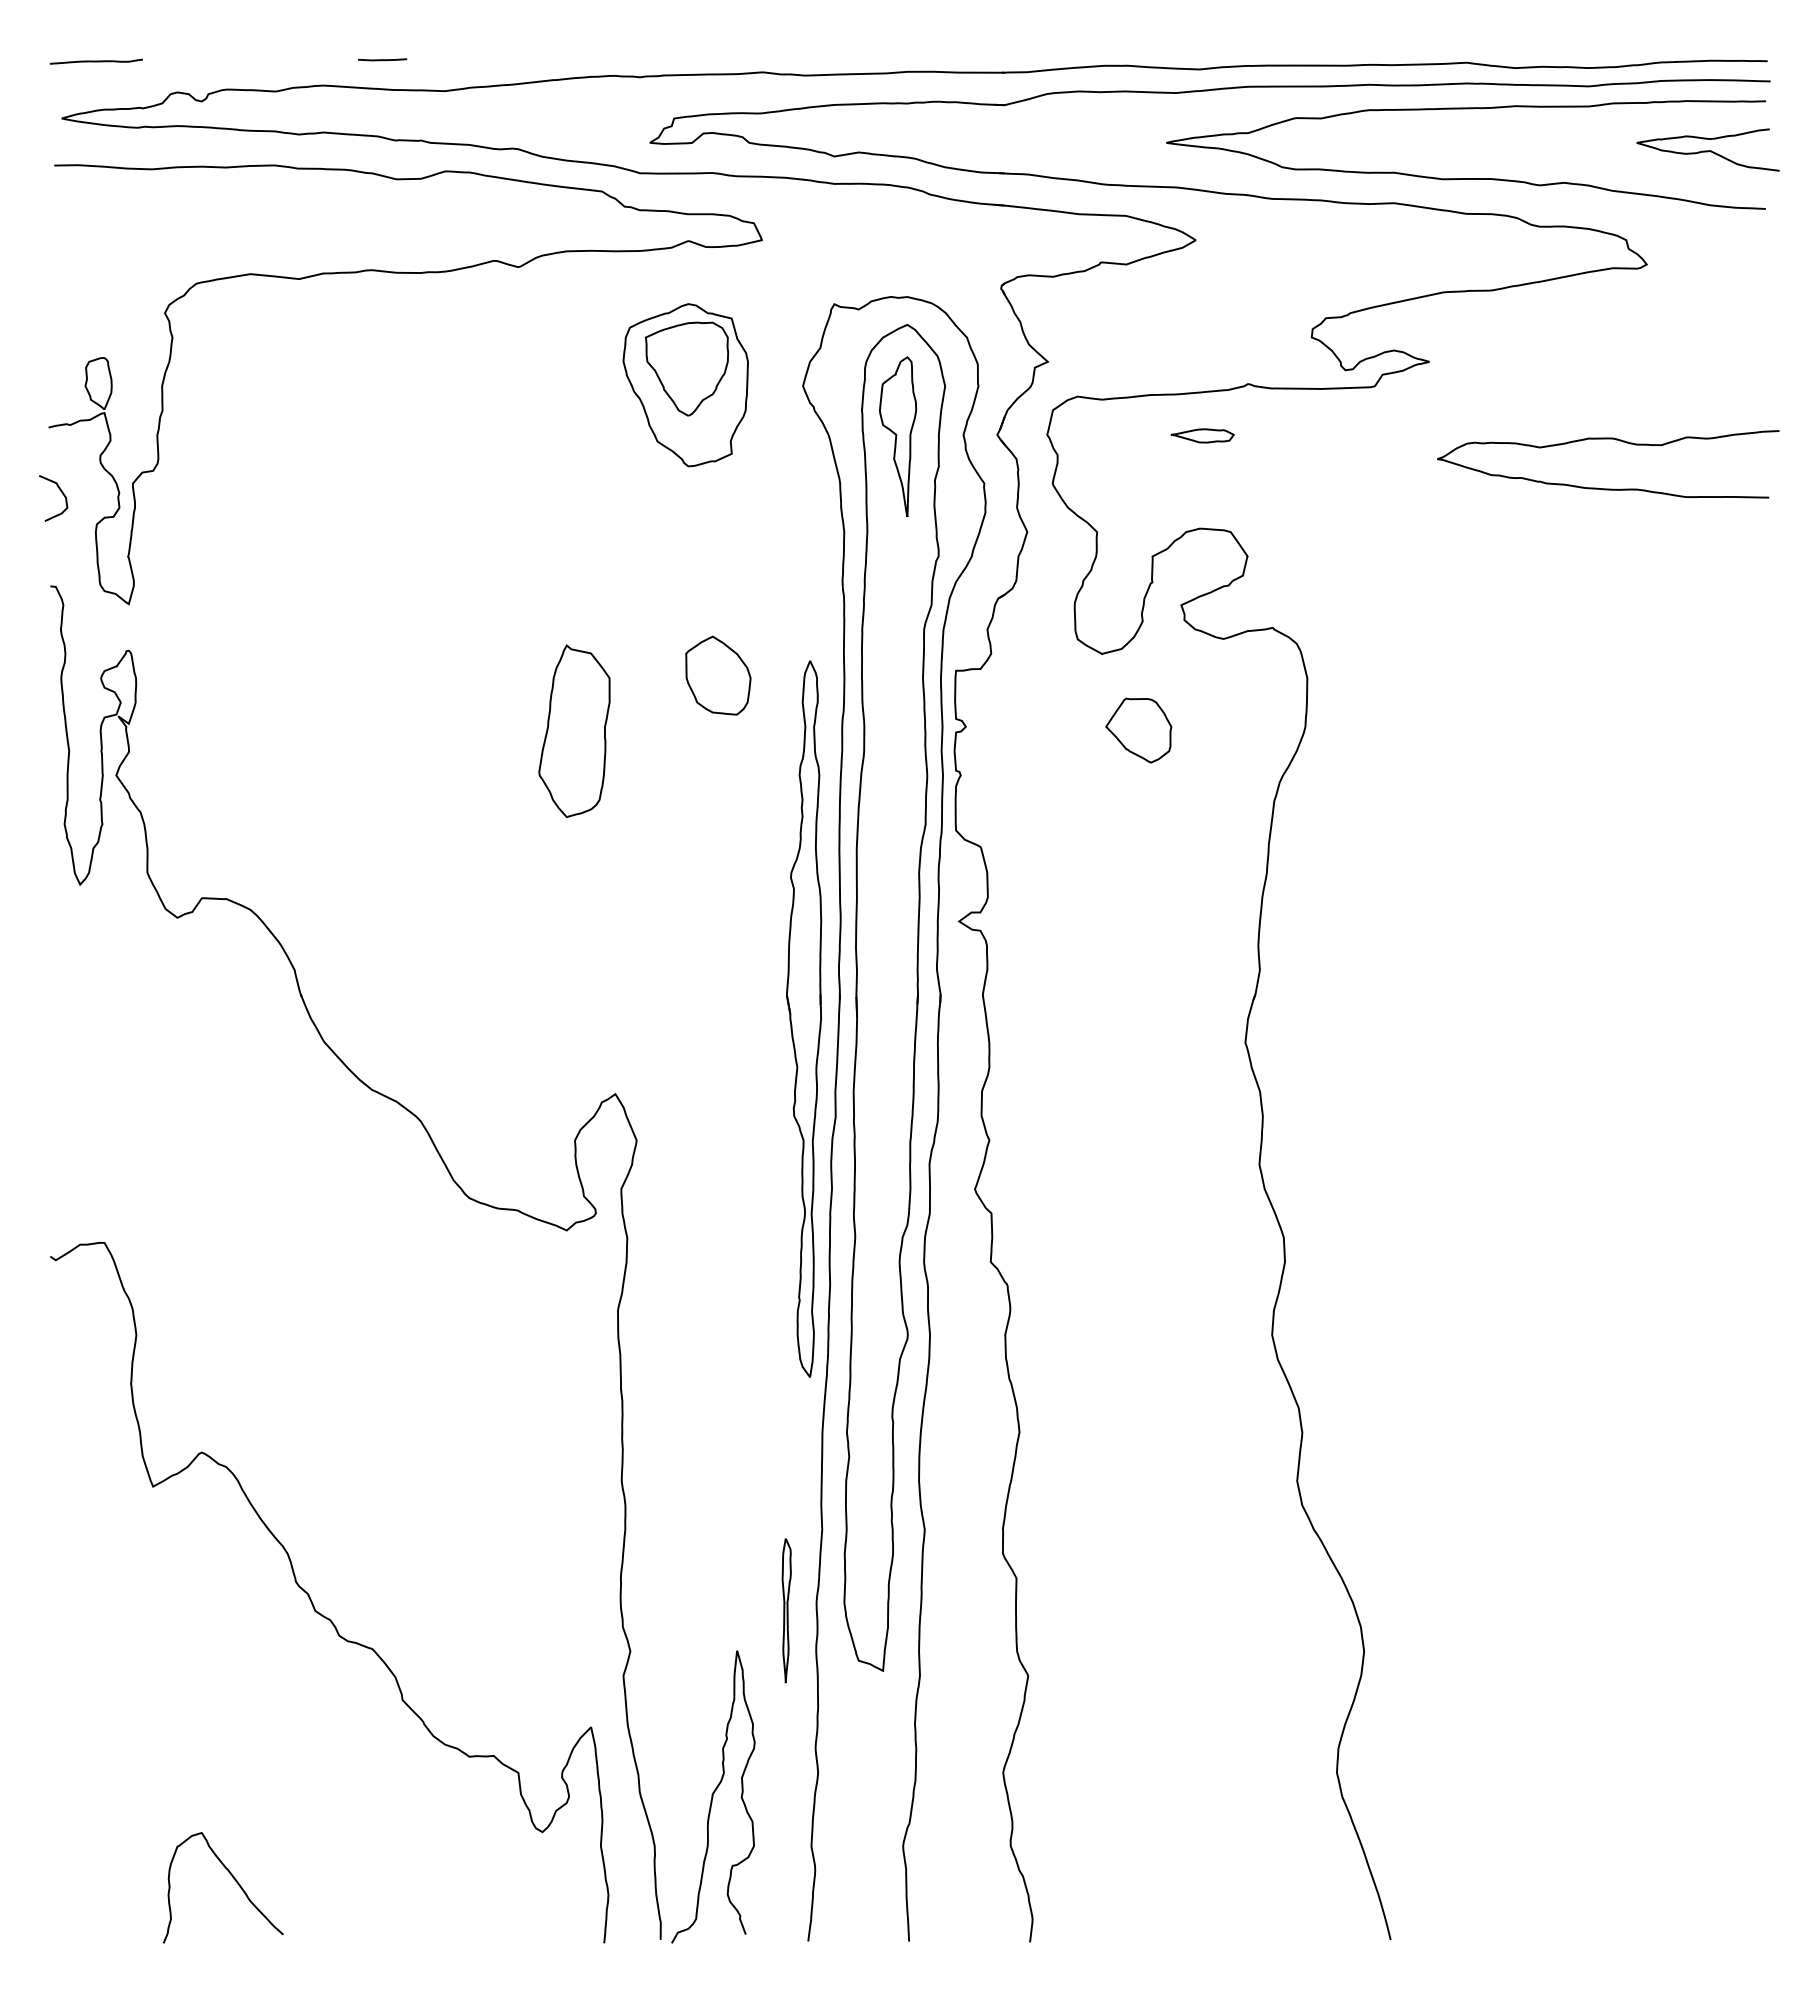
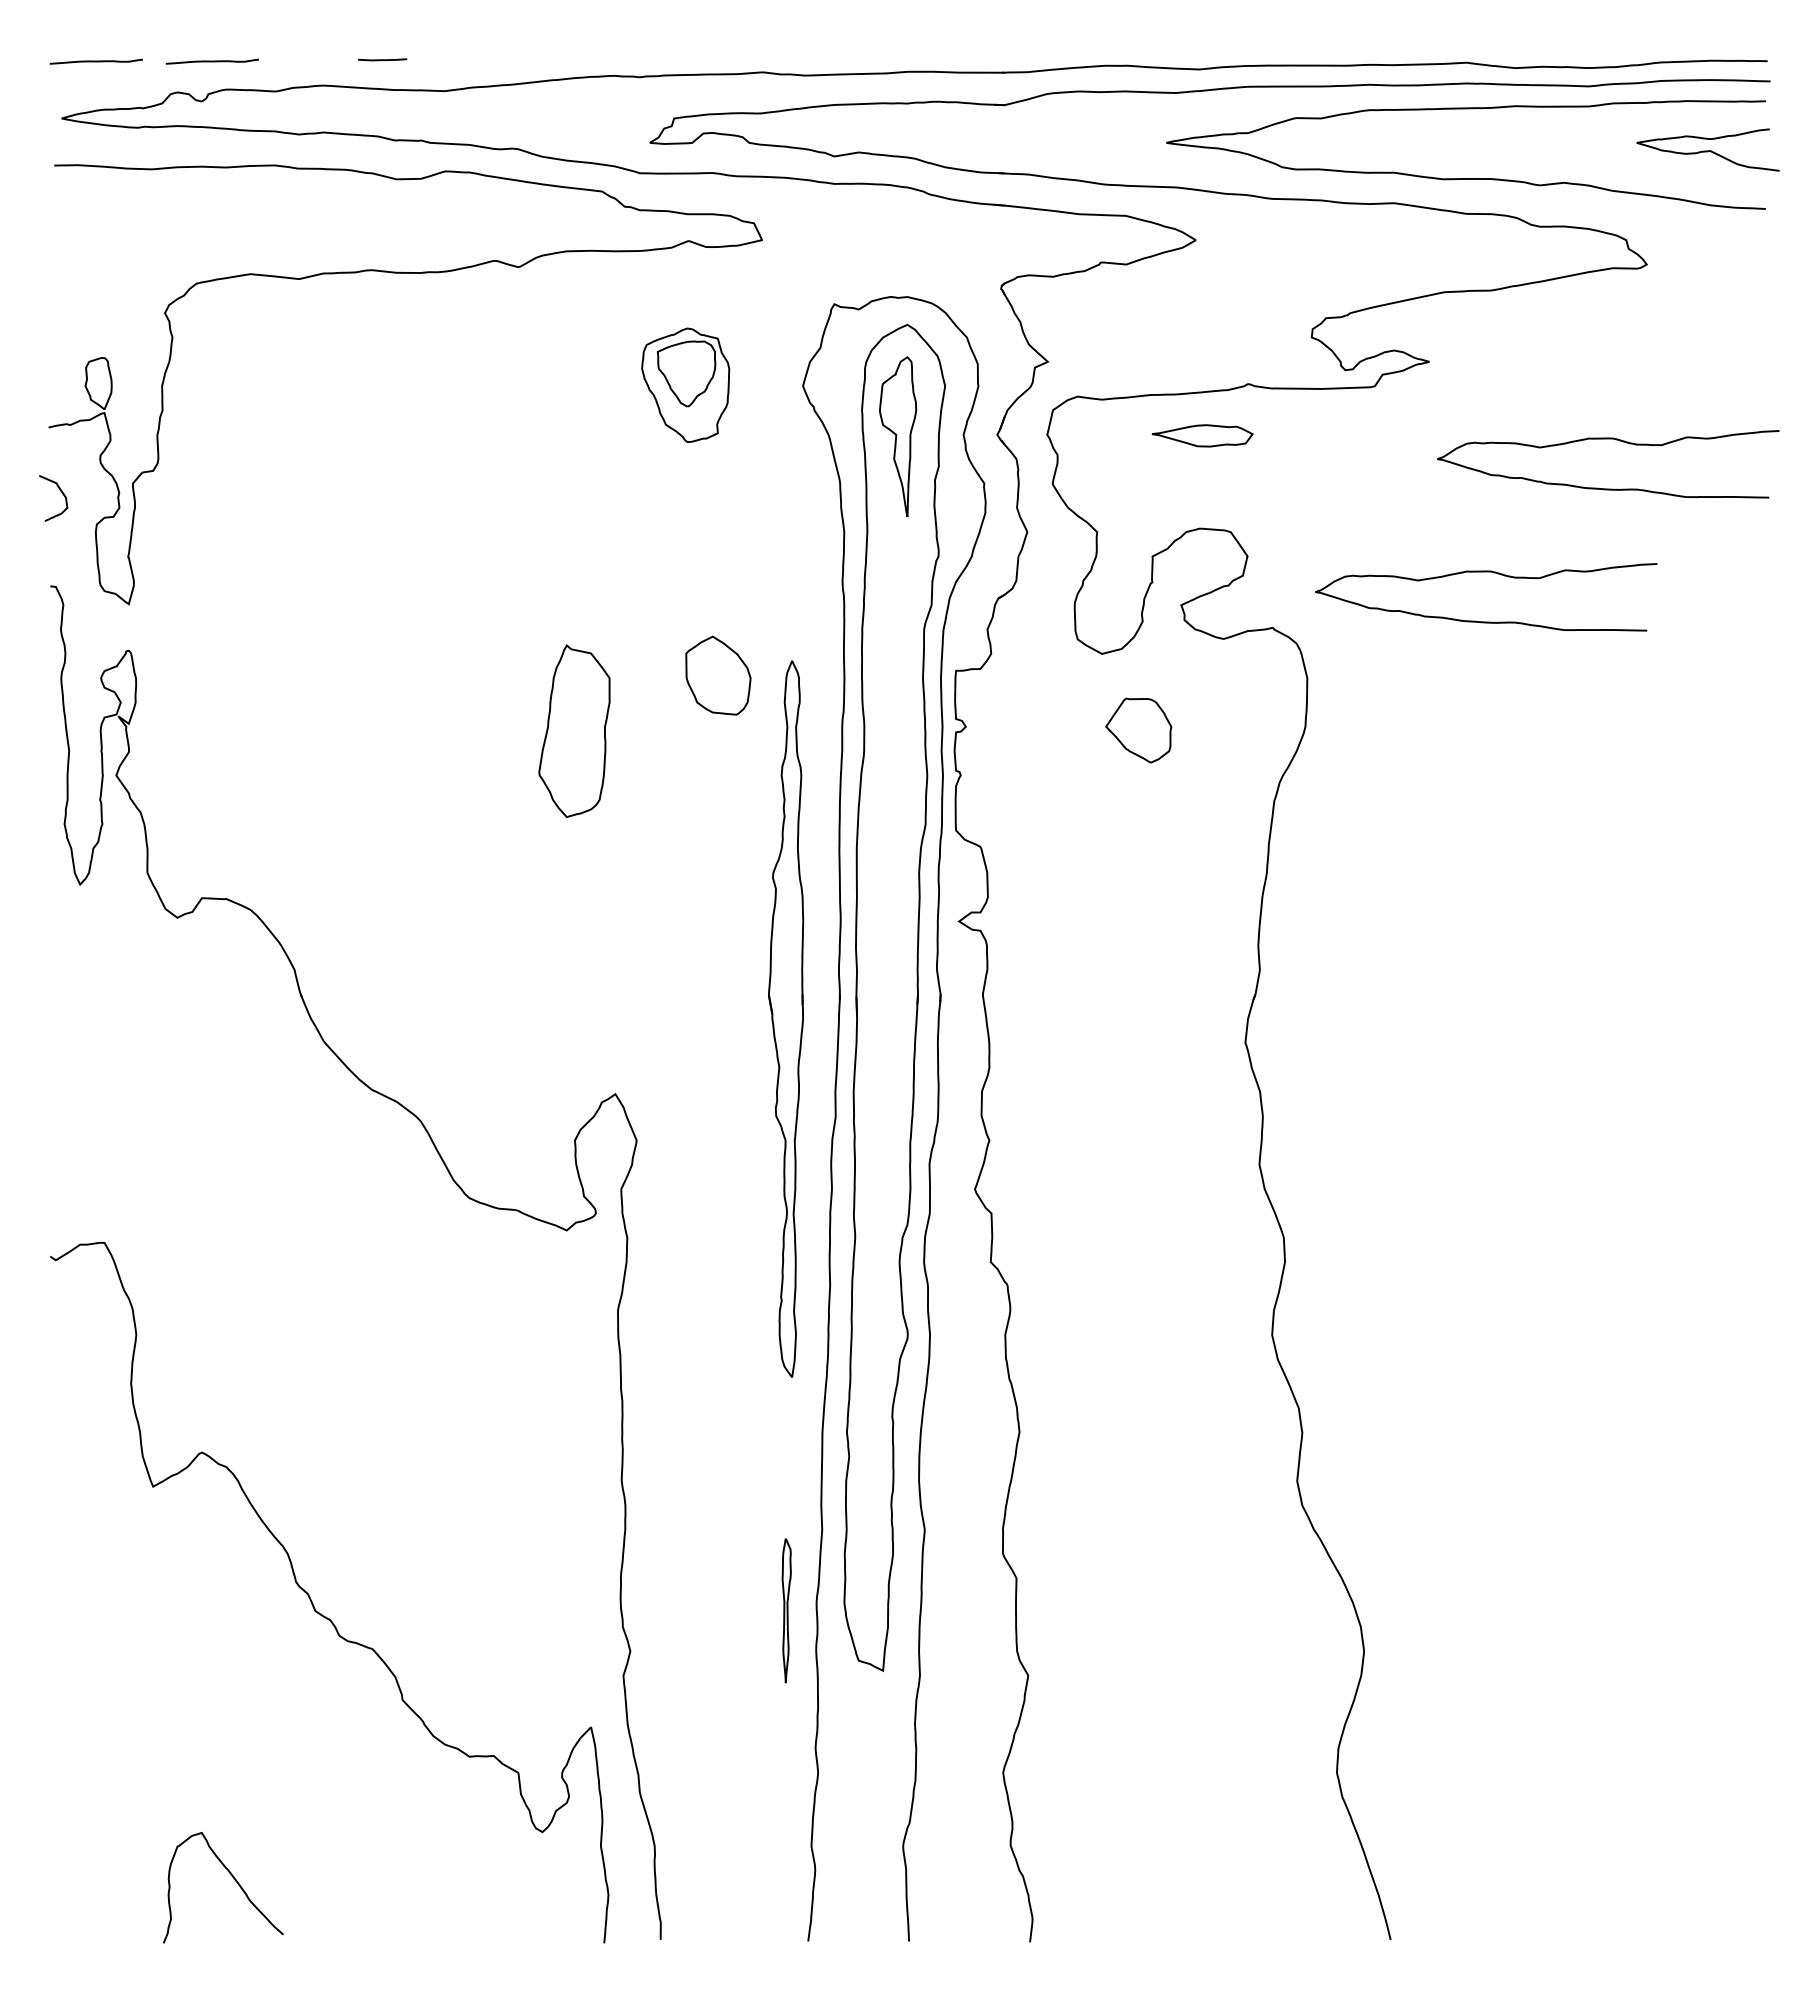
line at (211, 61): none -> present
part at (685, 385) size: 127x165 px -> 90x116 px
part at (1202, 435) size: 65x16 px -> 103x24 px
curve at (1486, 621): none -> present
part at (804, 1018) position: (804, 1018) -> (786, 1018)
curve at (713, 1796): present -> none
